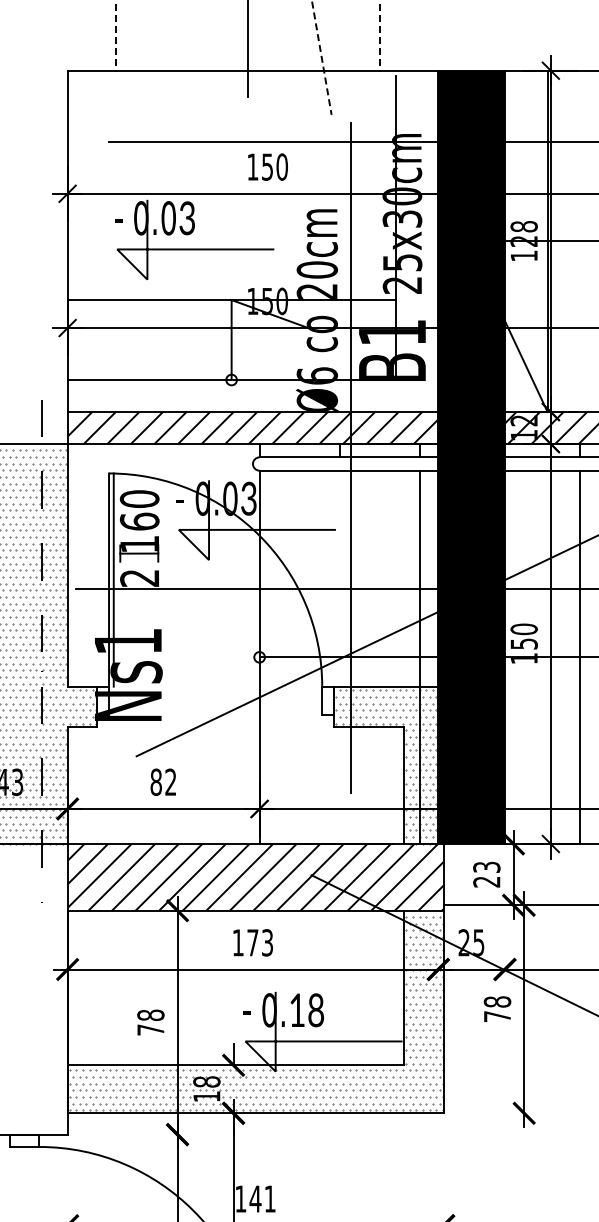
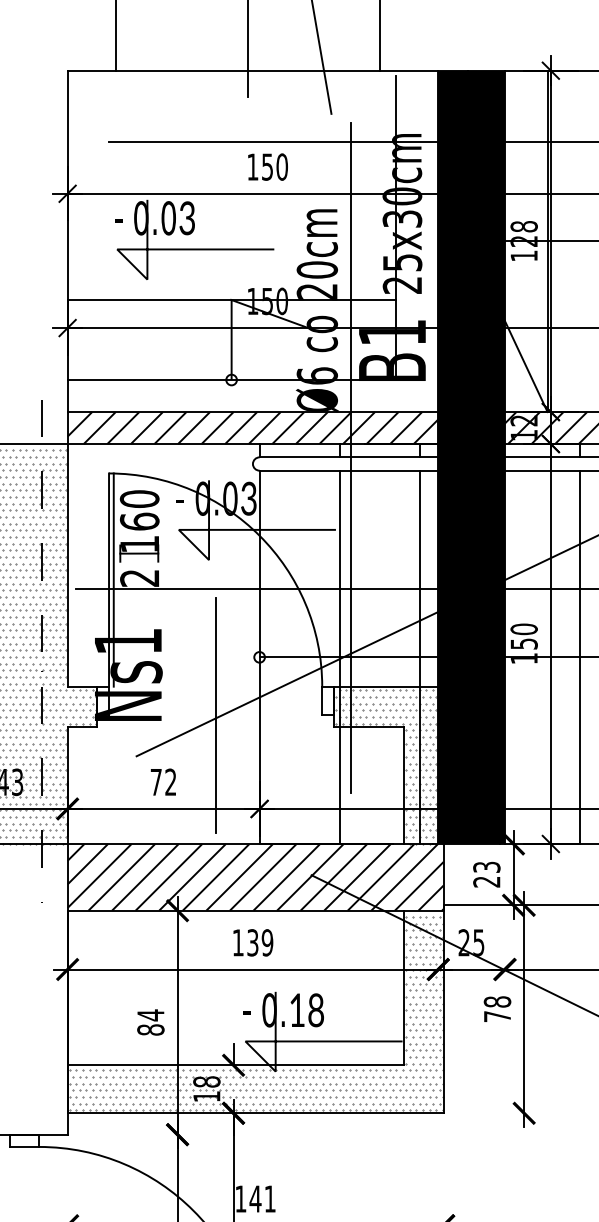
line at (115, 35): dashed -> solid
line at (379, 35): dashed -> solid
line at (321, 57): dashed -> solid
line at (339, 657): none -> present
line at (215, 714): none -> present
text at (155, 782): 82 -> 72
text at (260, 942): 173 -> 139
text at (150, 1022): 78 -> 84
